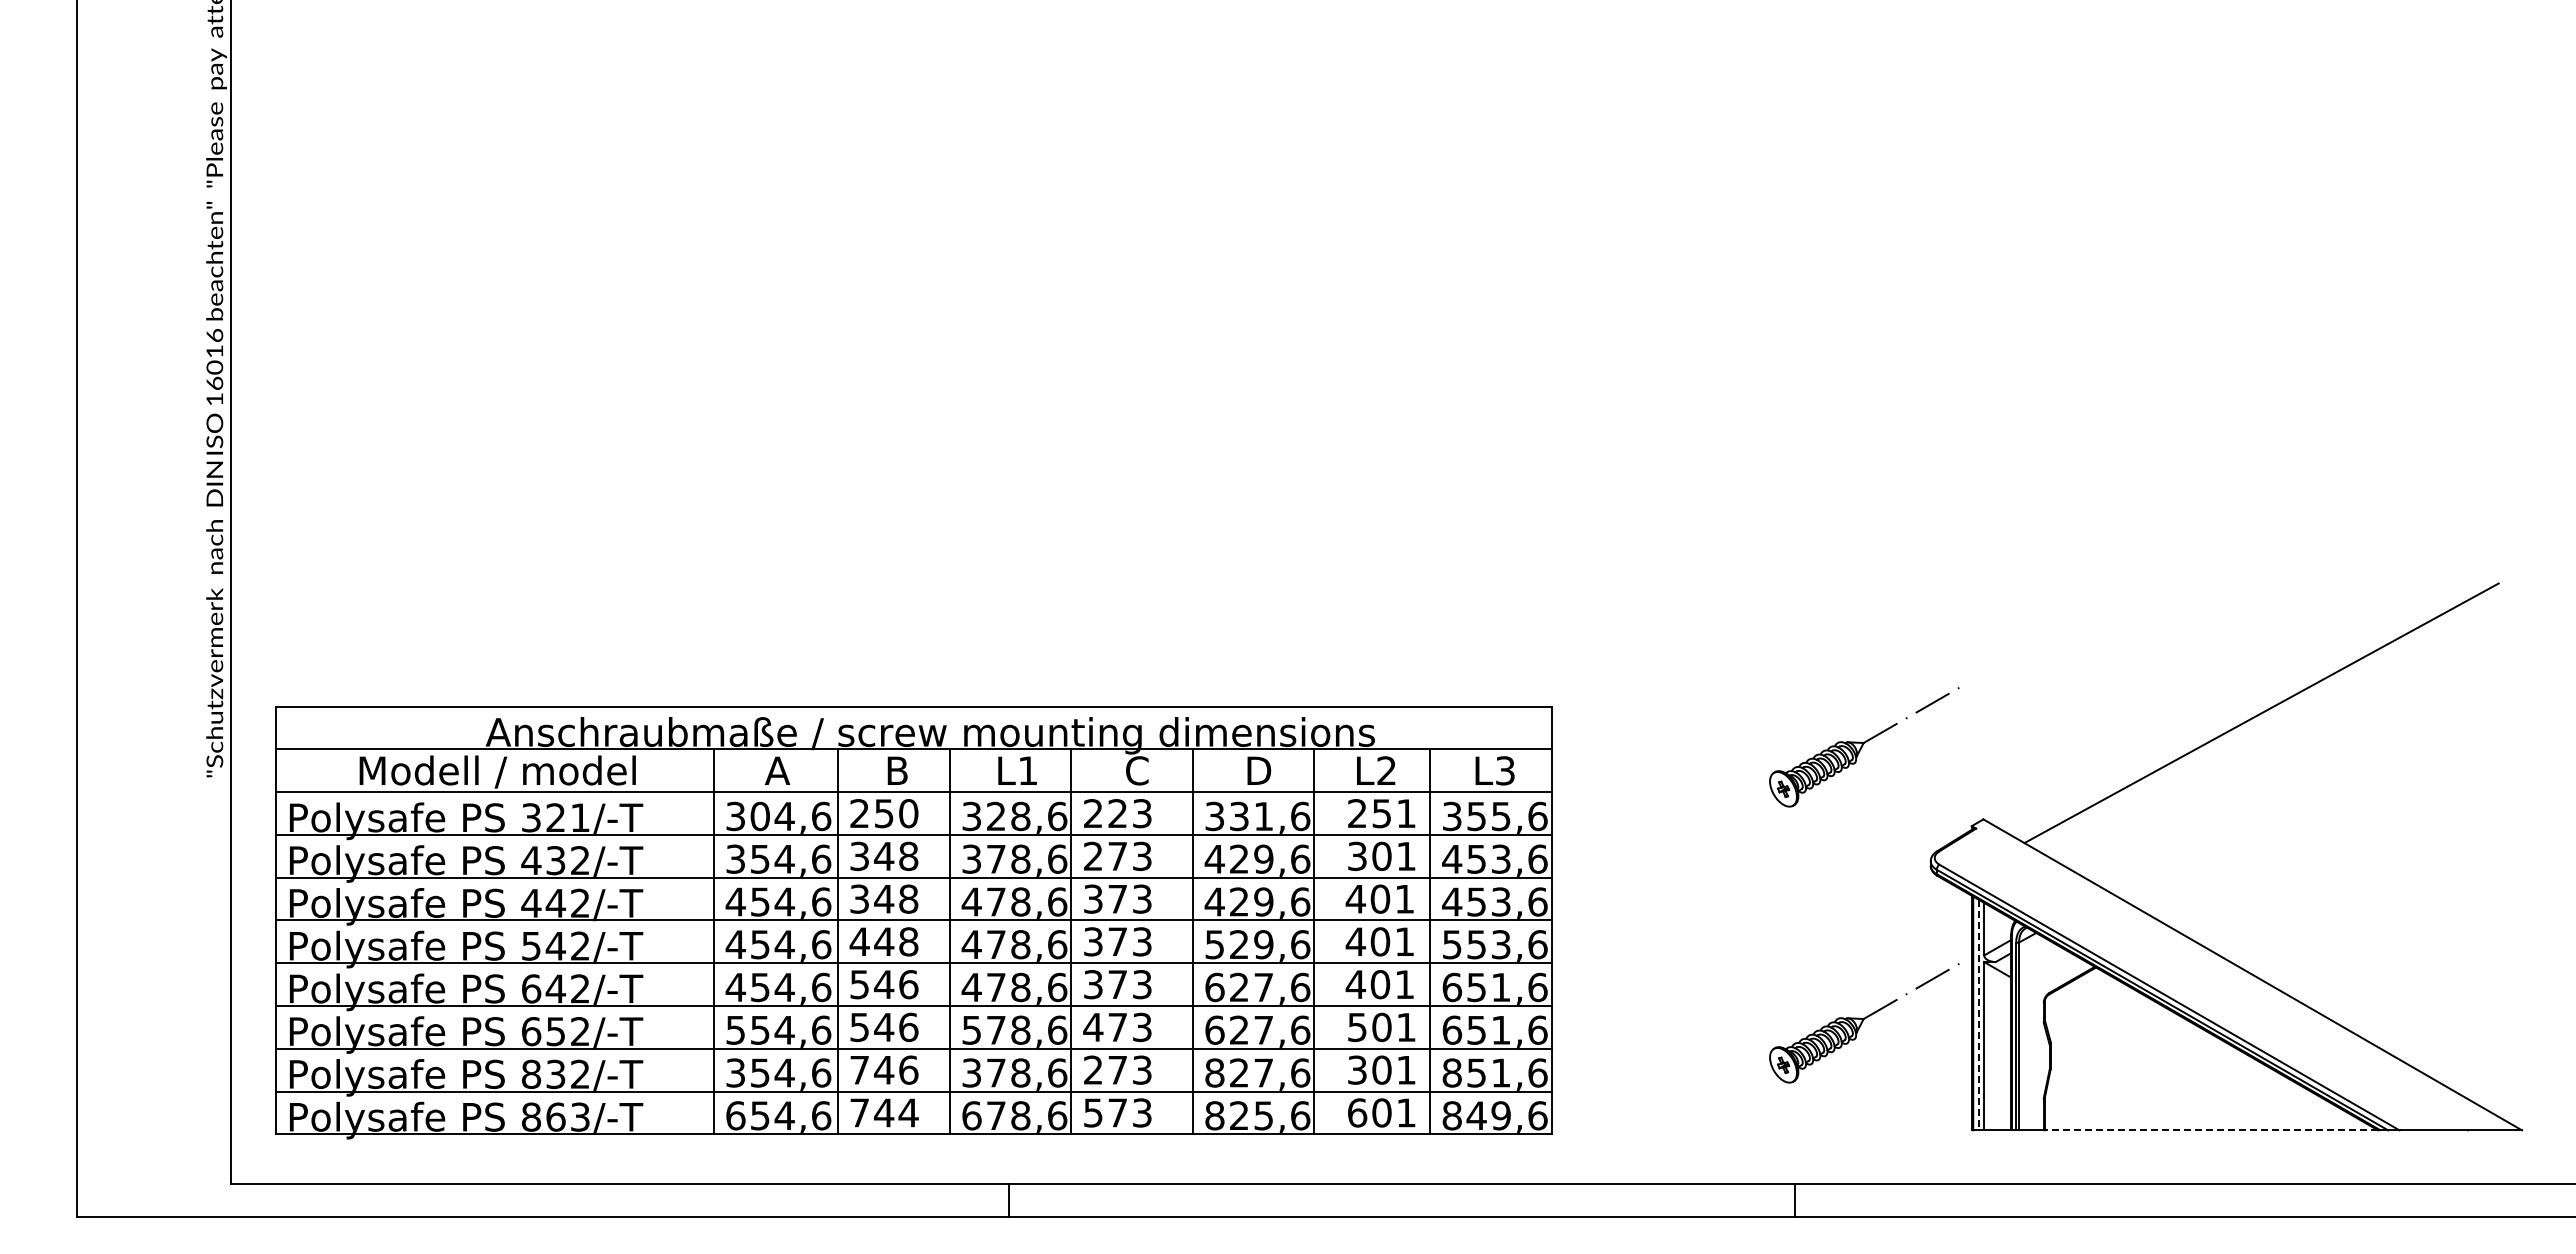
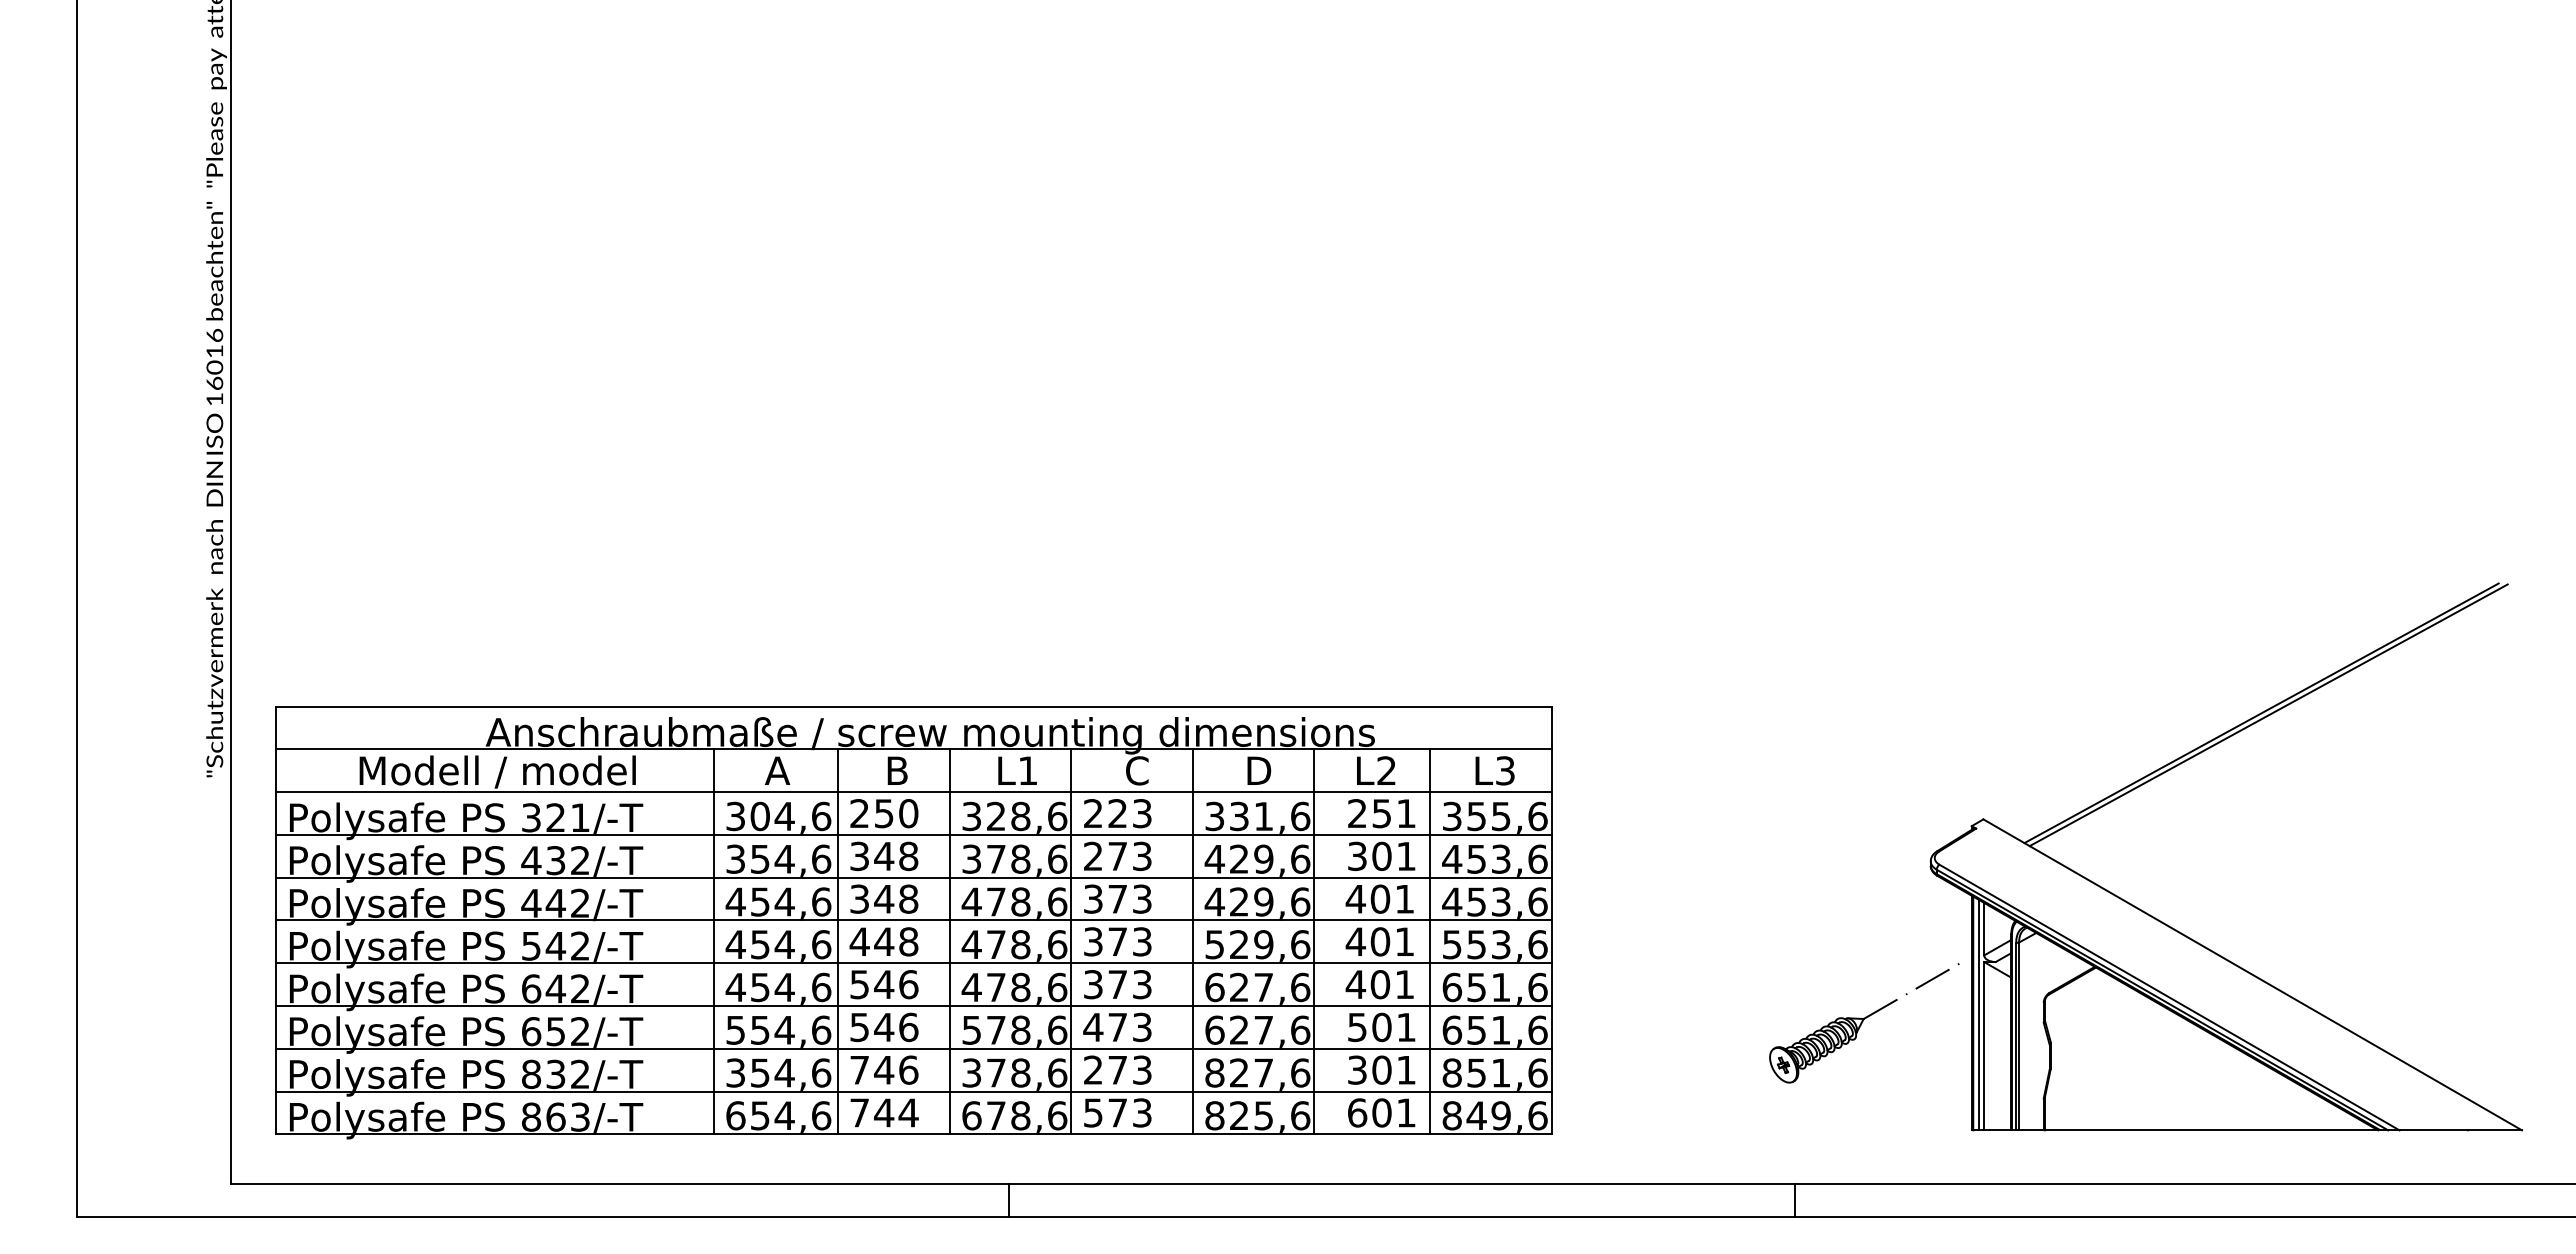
line at (2268, 715): none -> present
part at (1864, 747): present -> none
line at (1978, 1015): dashed -> solid
line at (2211, 1130): dashed -> solid
